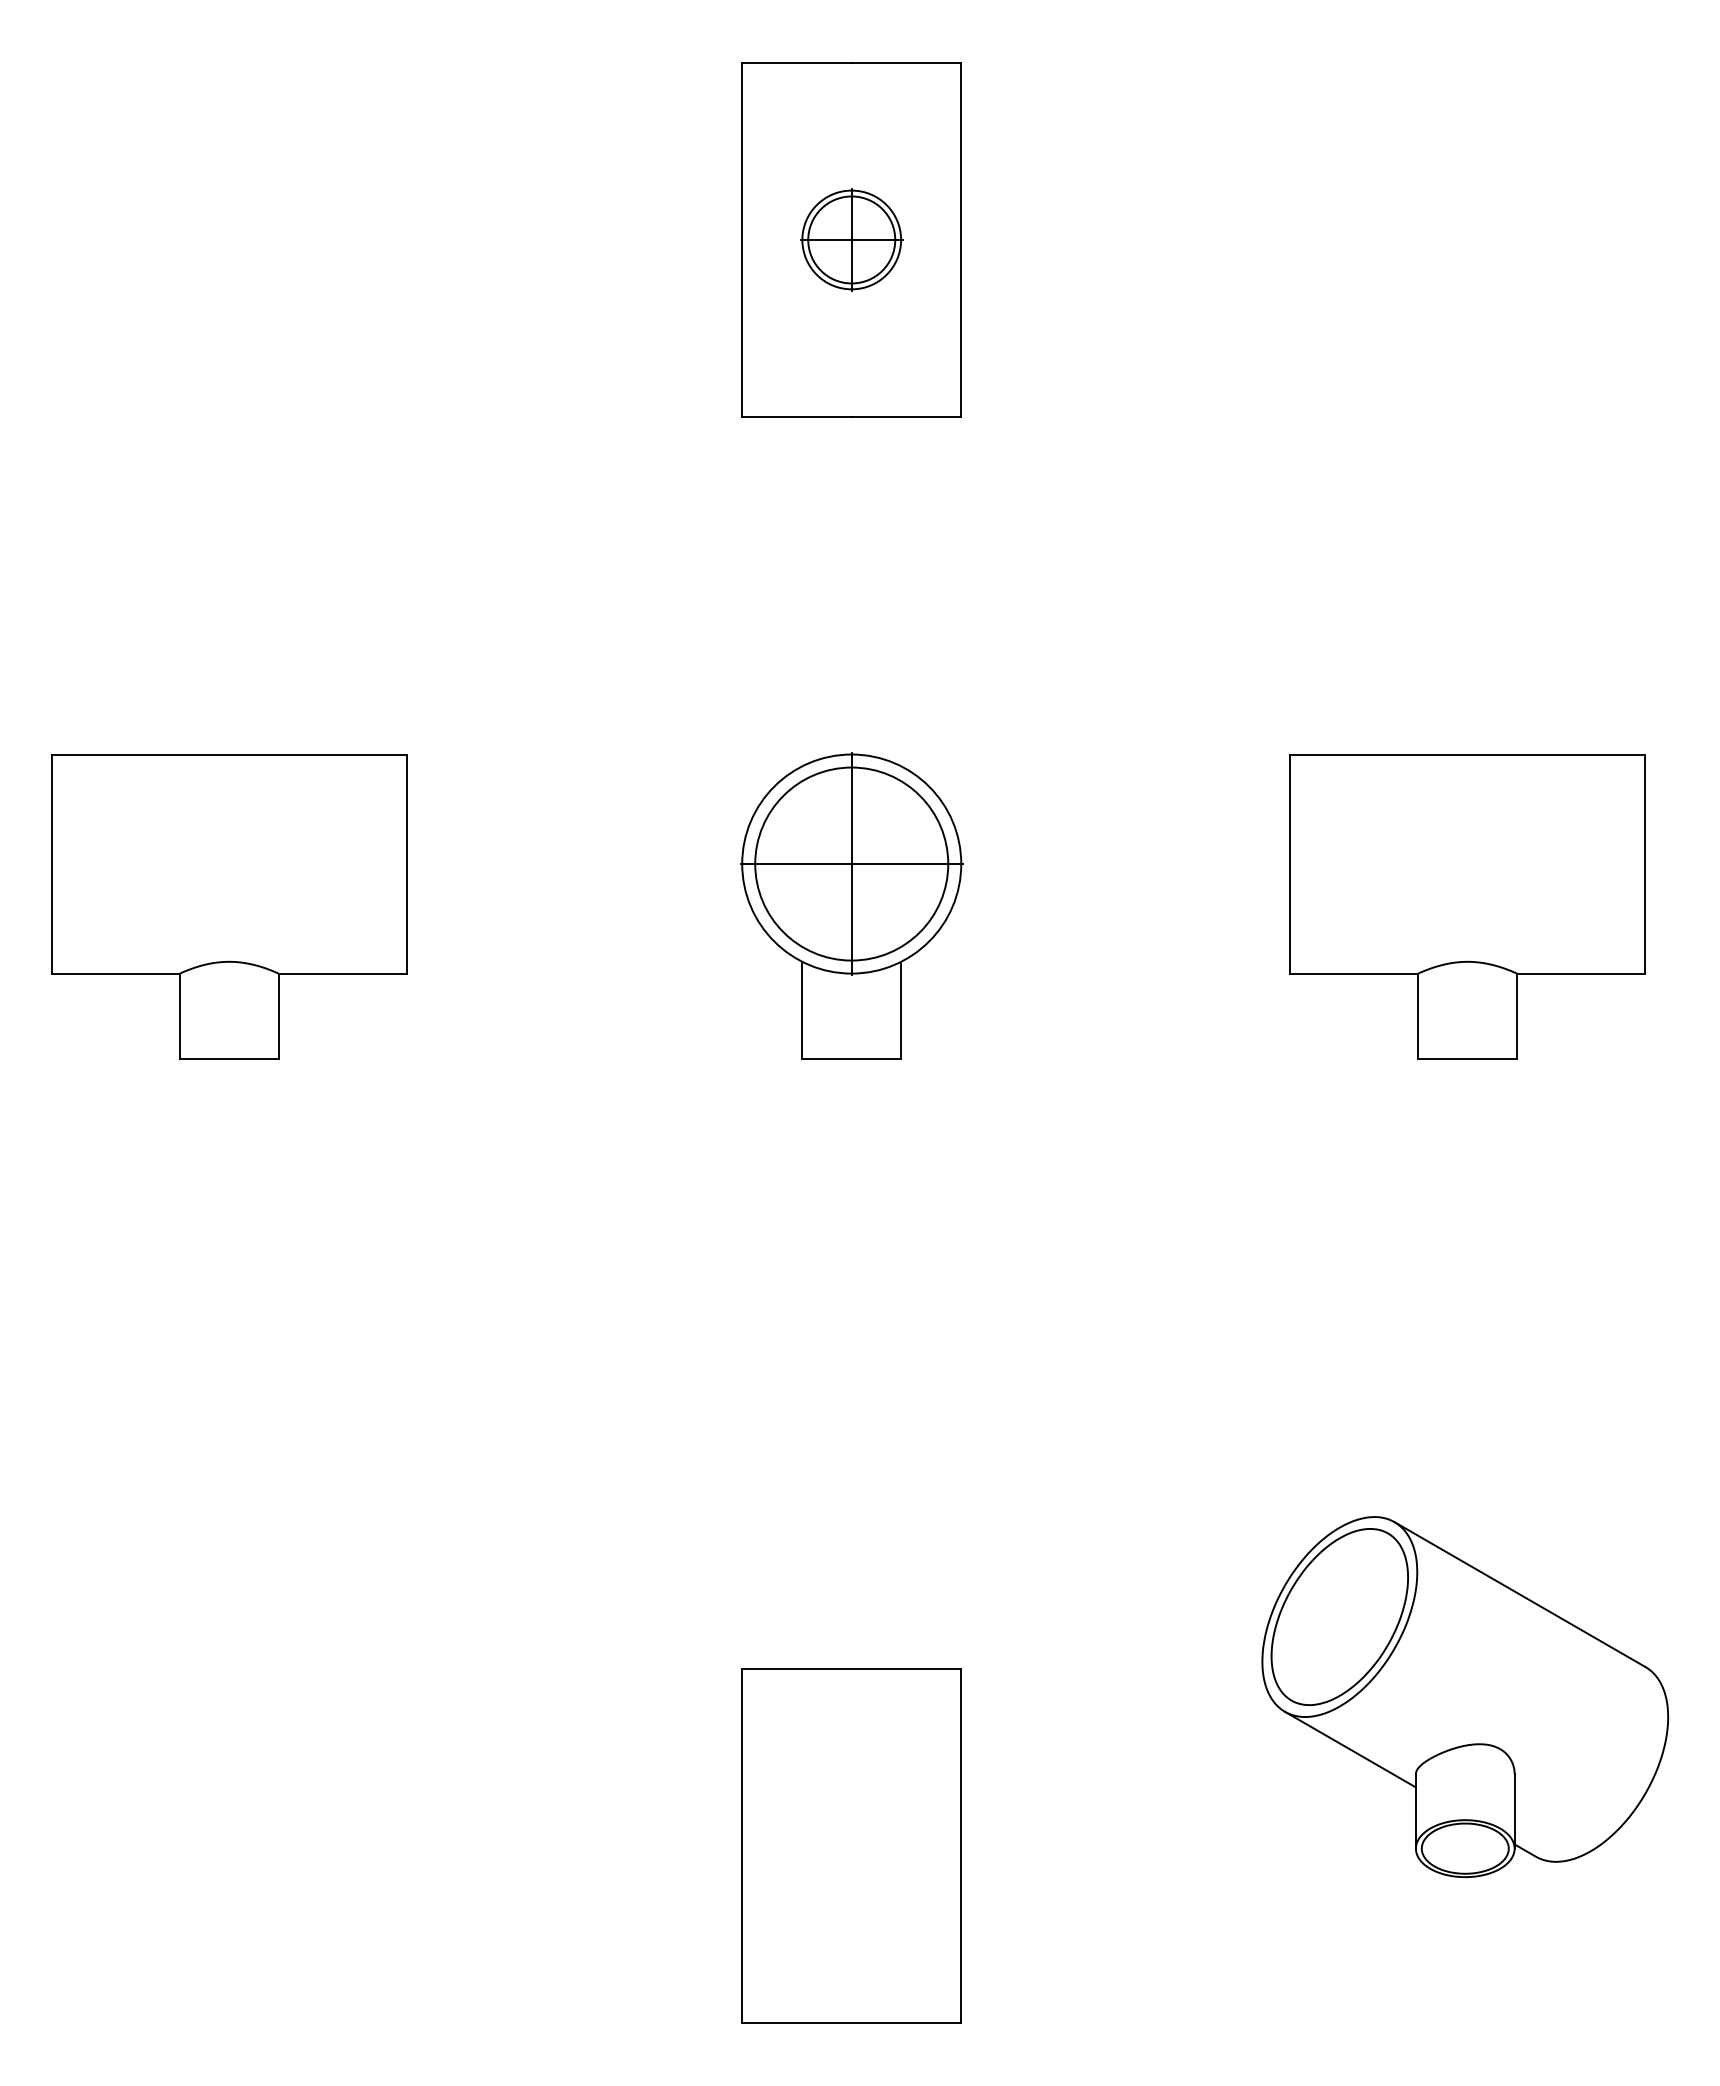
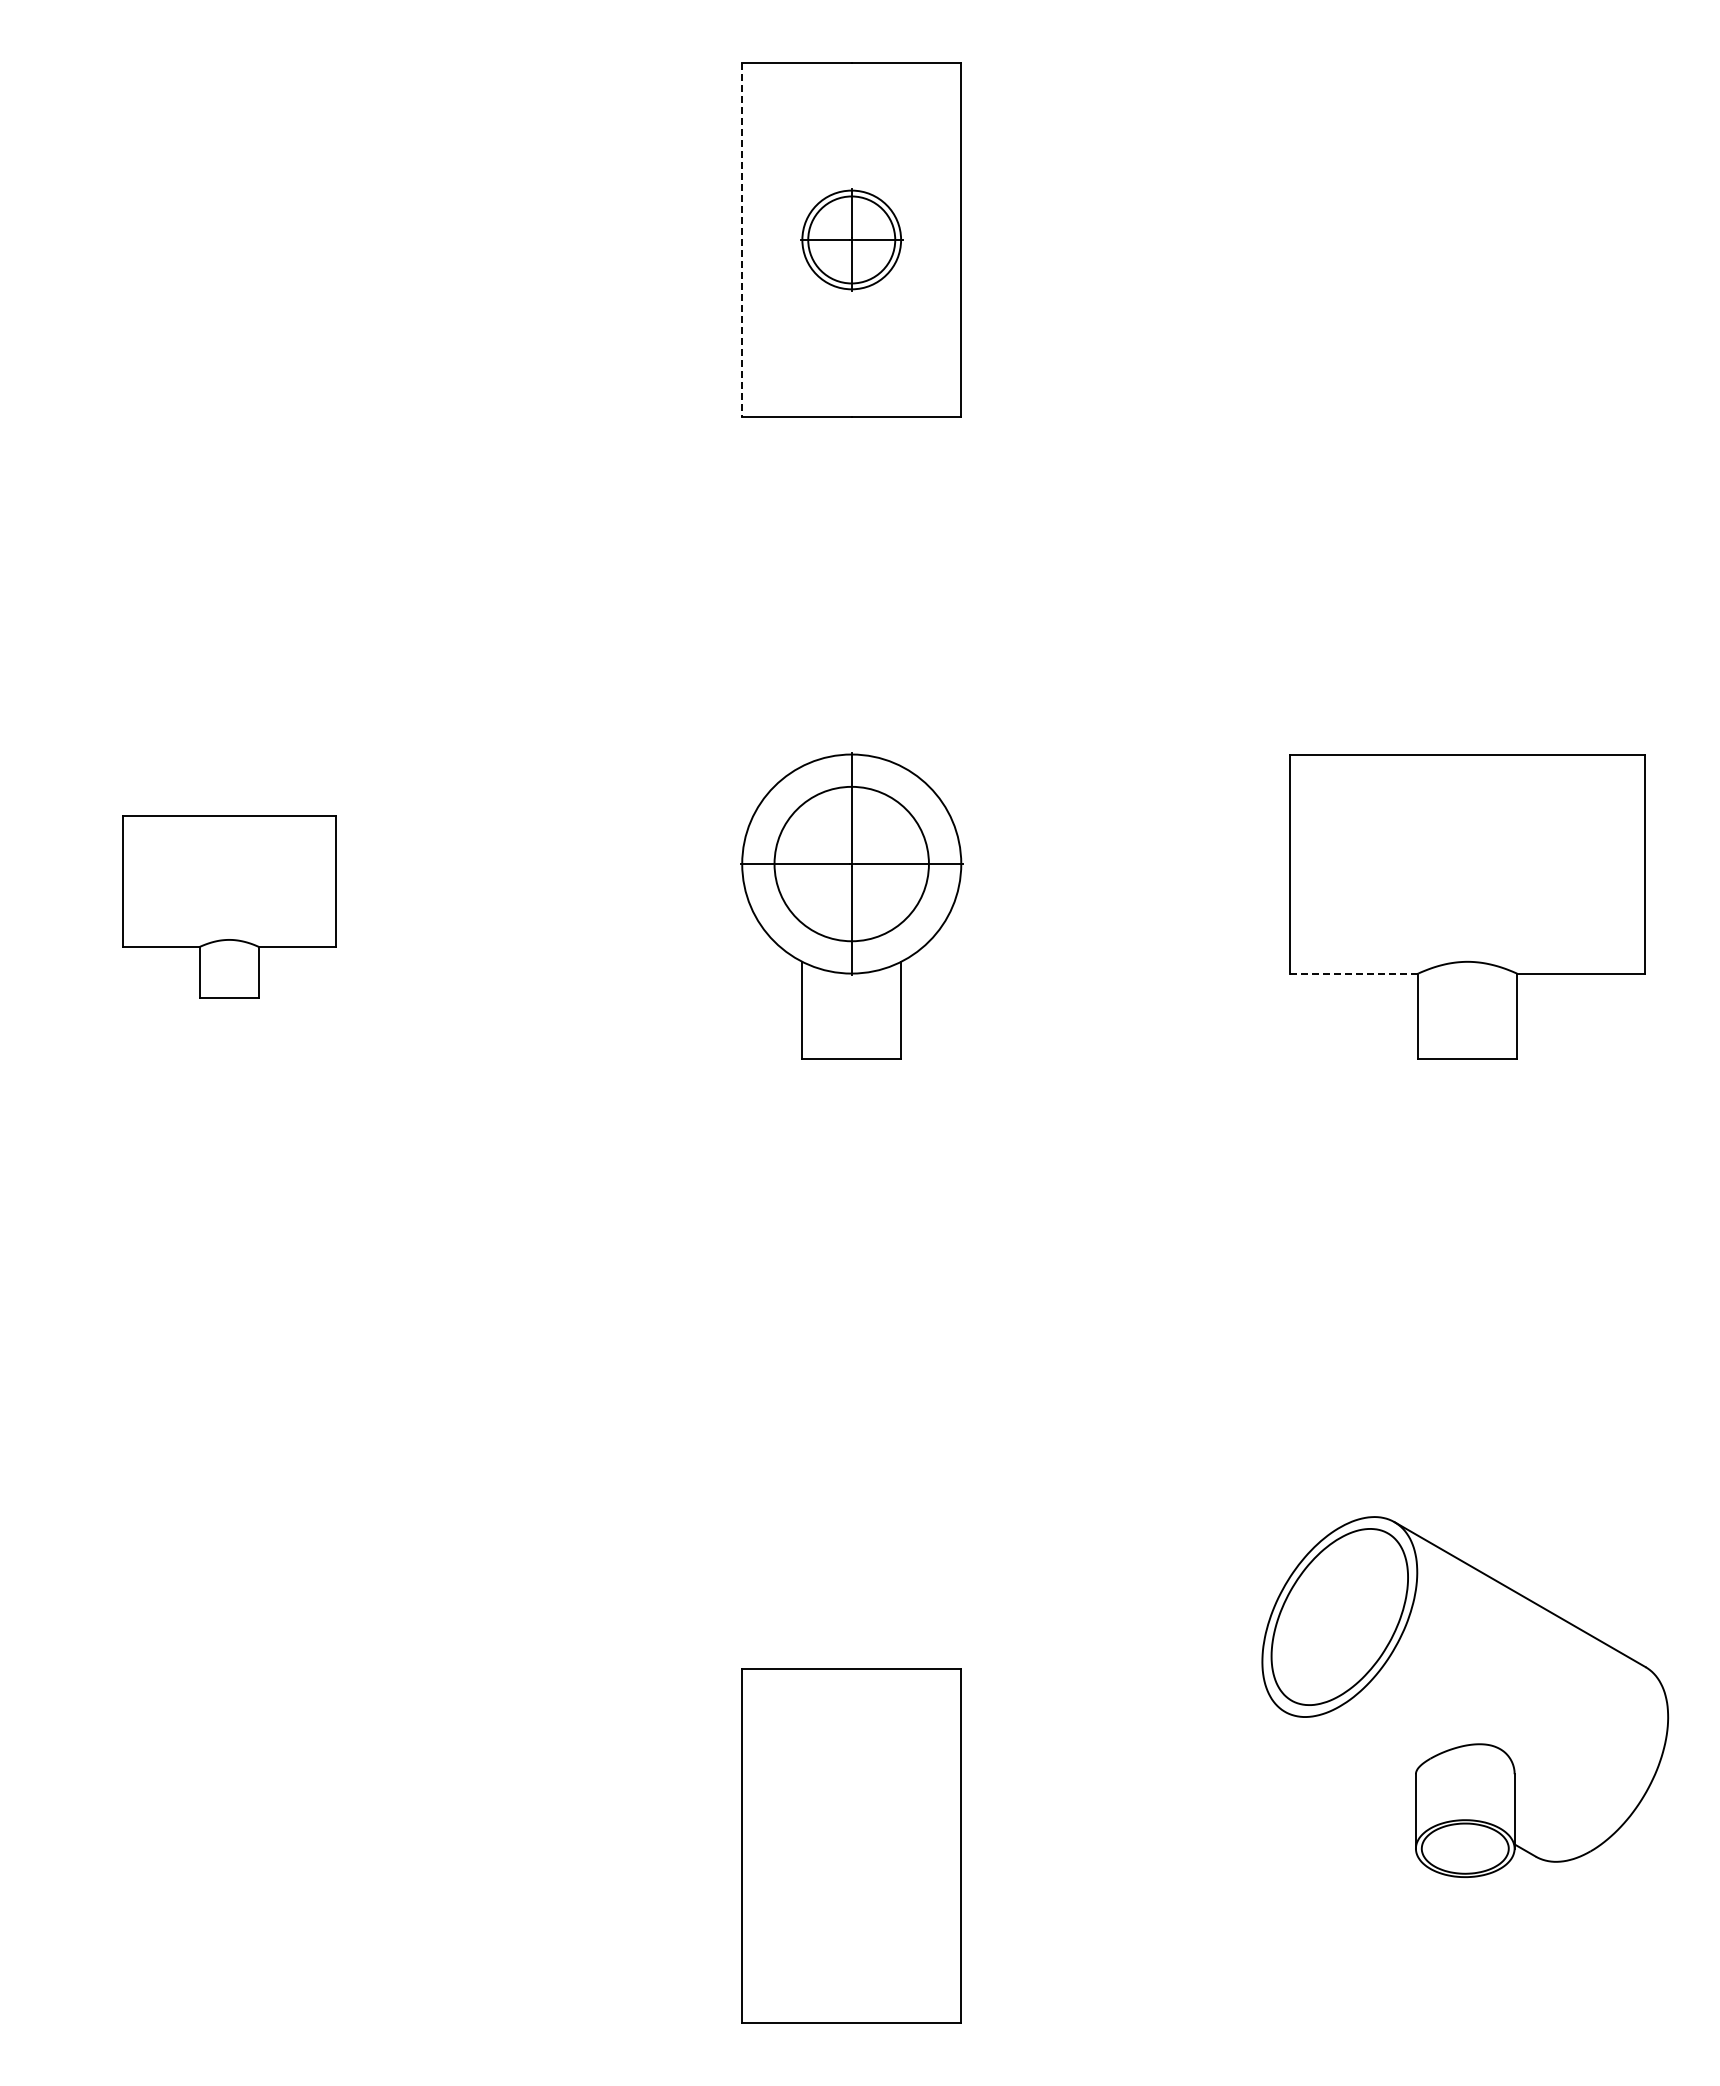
line at (742, 240): solid -> dashed
circle at (851, 863) diameter: 193 px -> 154 px
part at (229, 906) size: 357x306 px -> 215x184 px
line at (1354, 973): solid -> dashed
line at (1350, 1749): present -> none
